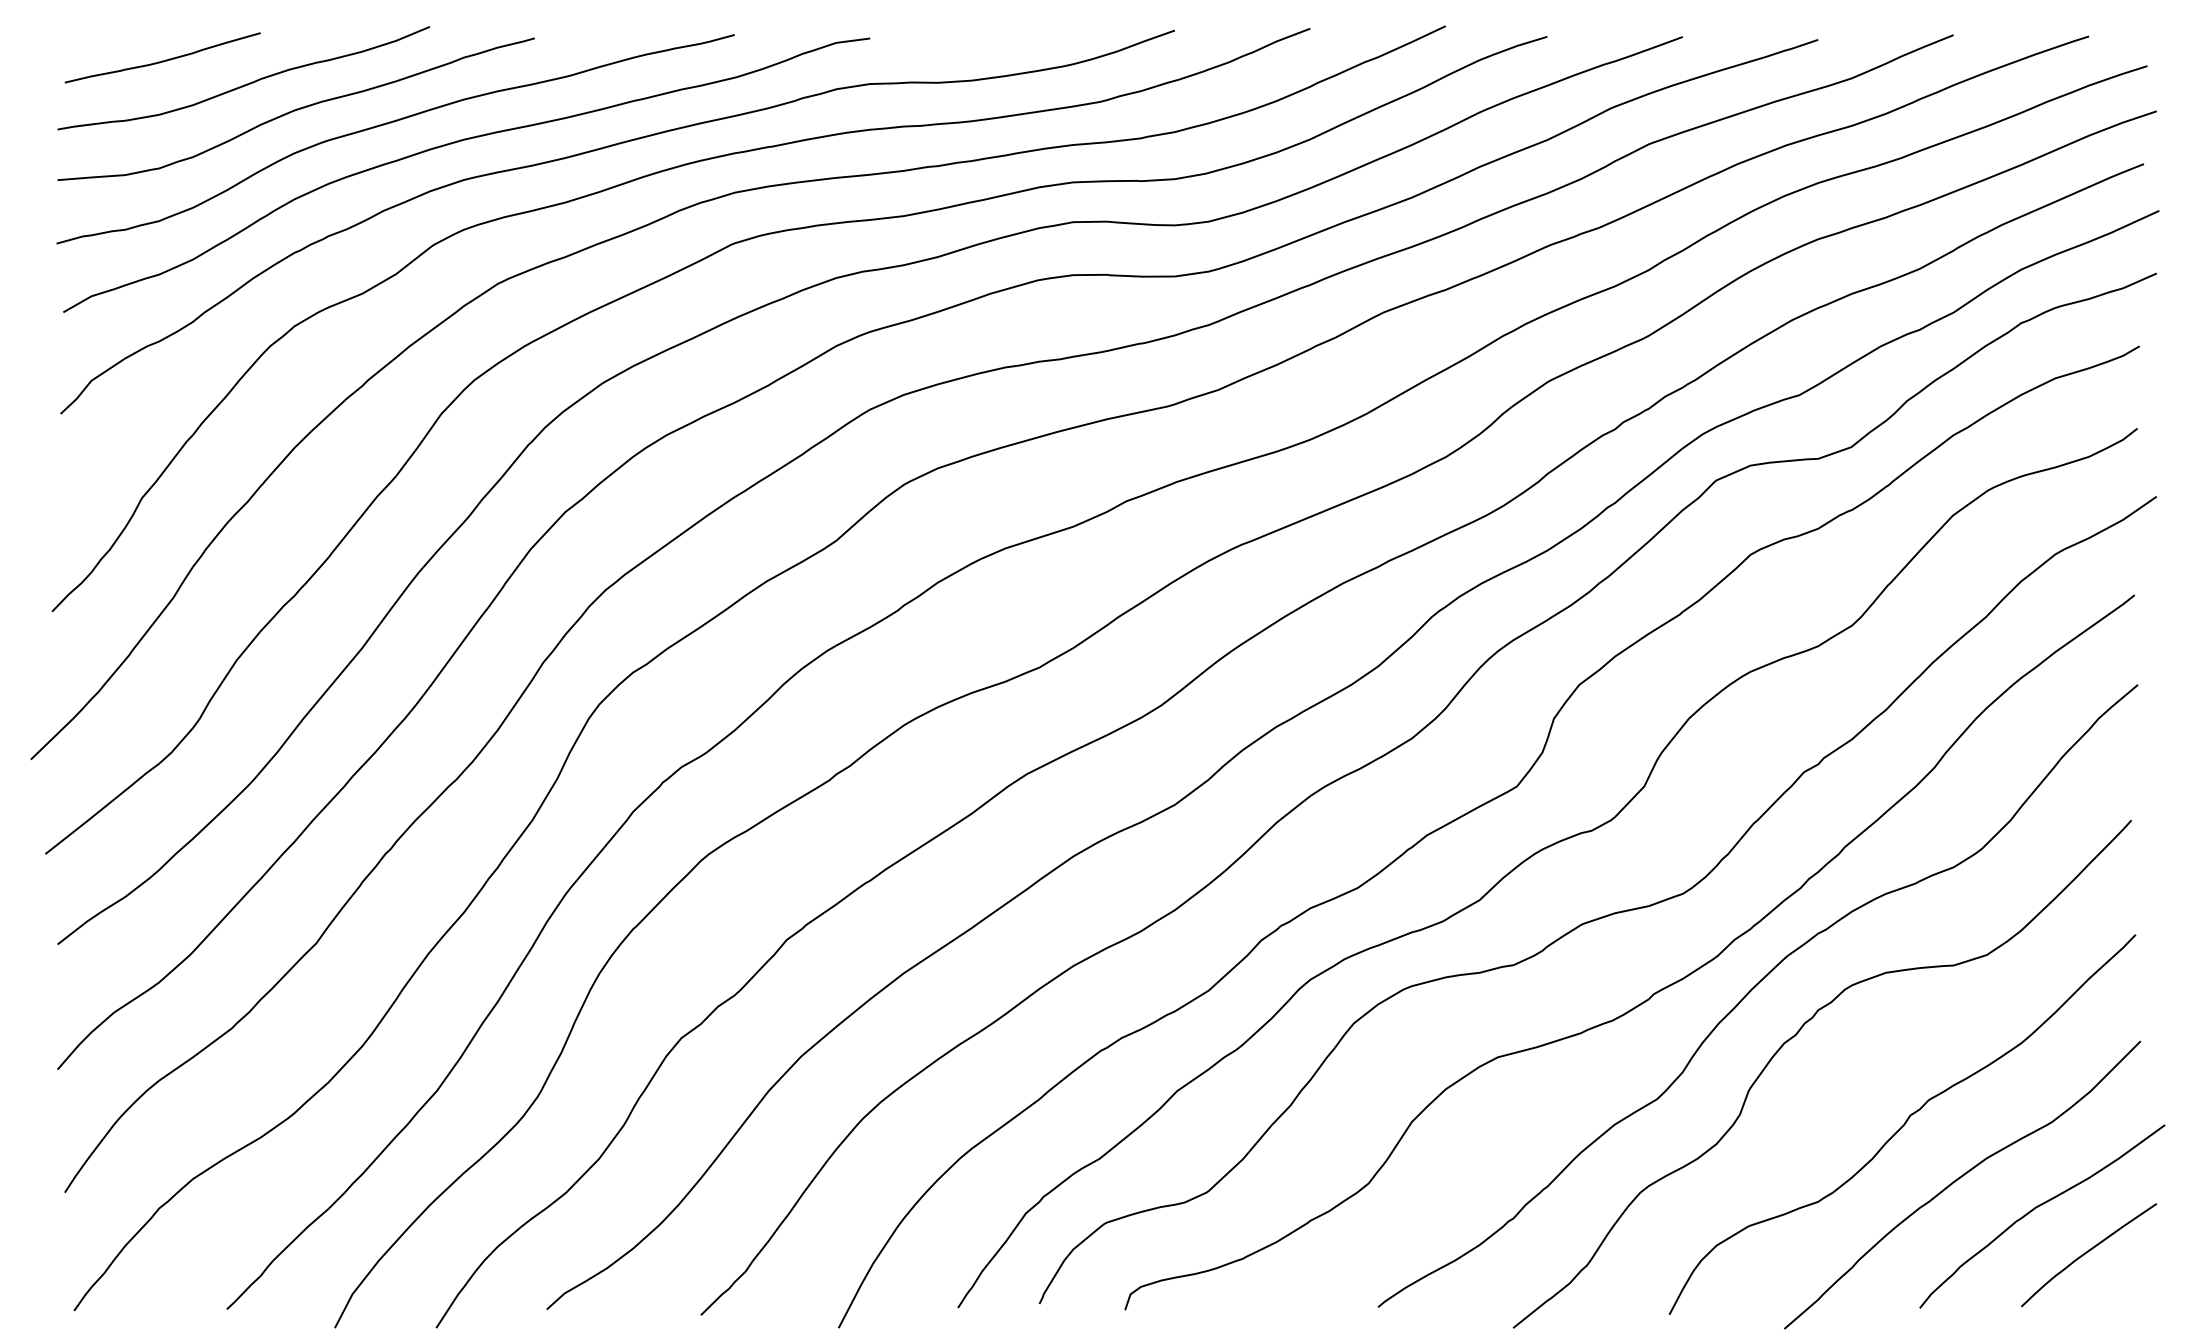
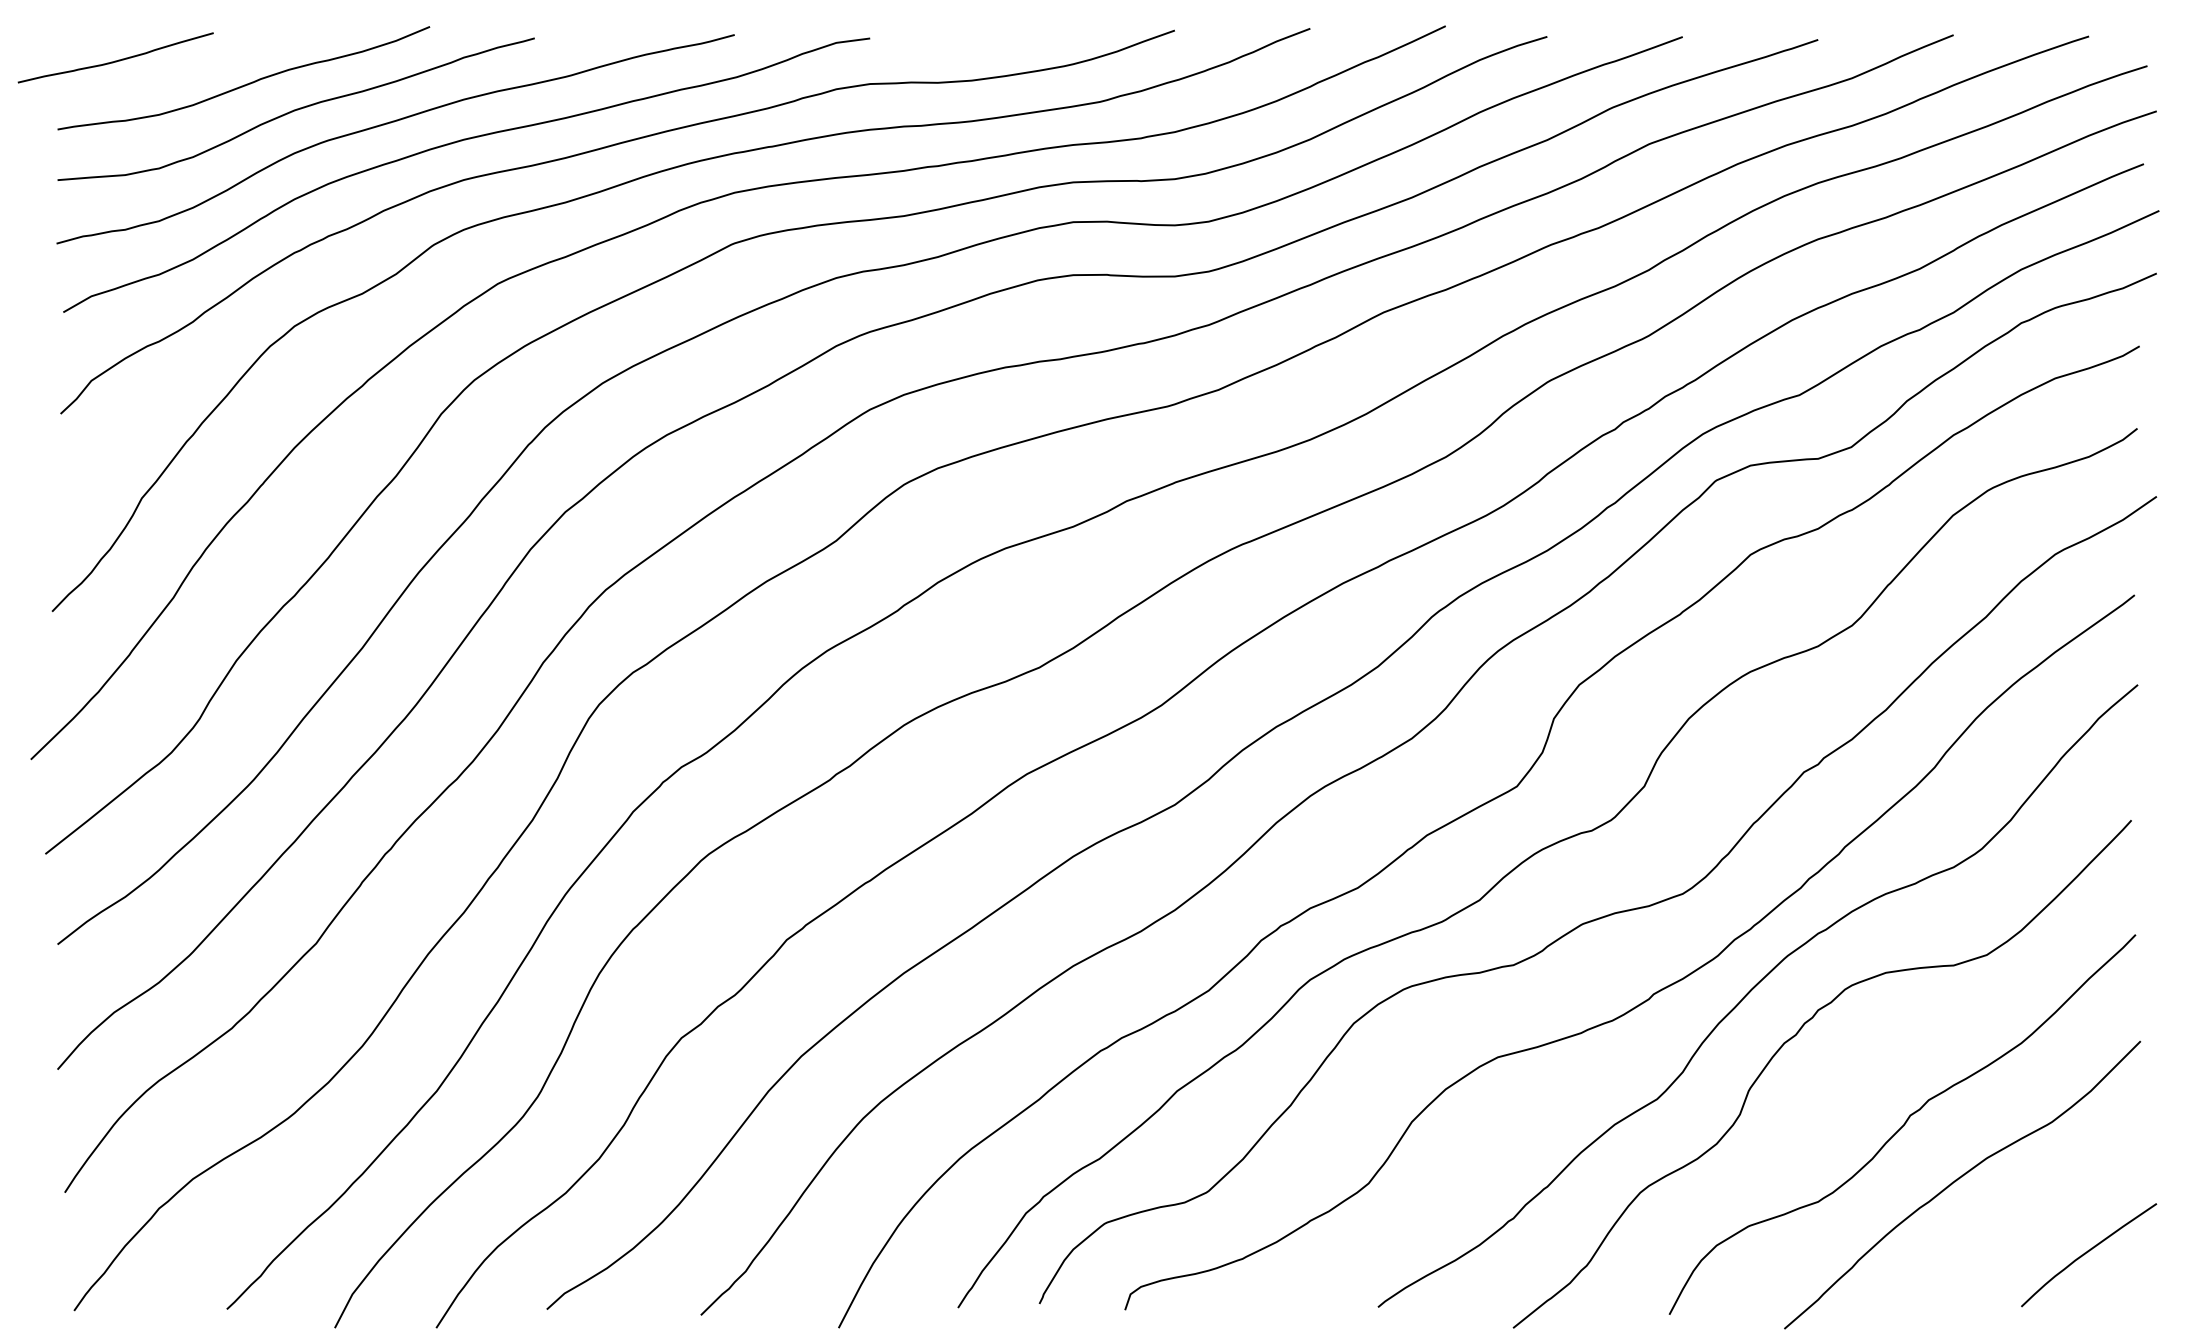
curve at (162, 60) position: (162, 60) -> (115, 60)
curve at (2038, 1207): present -> none
